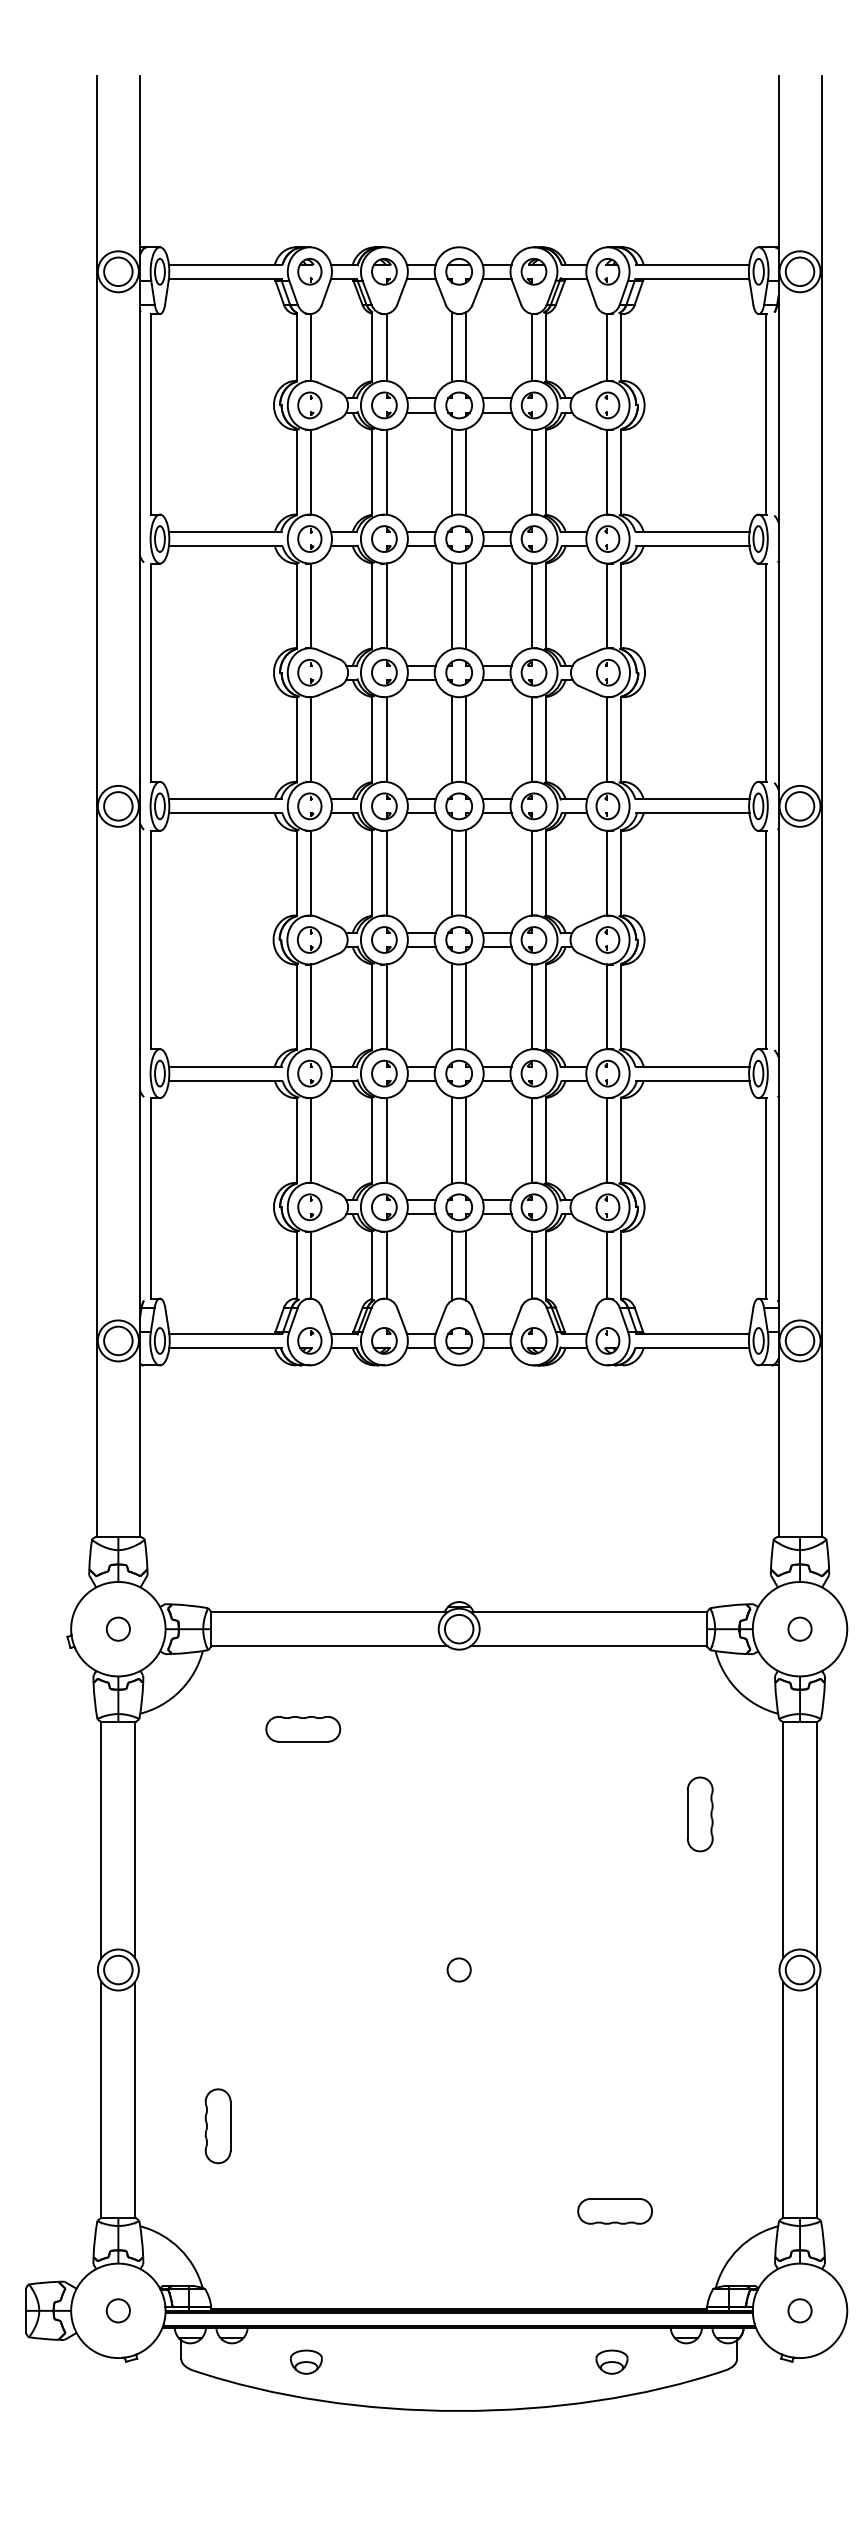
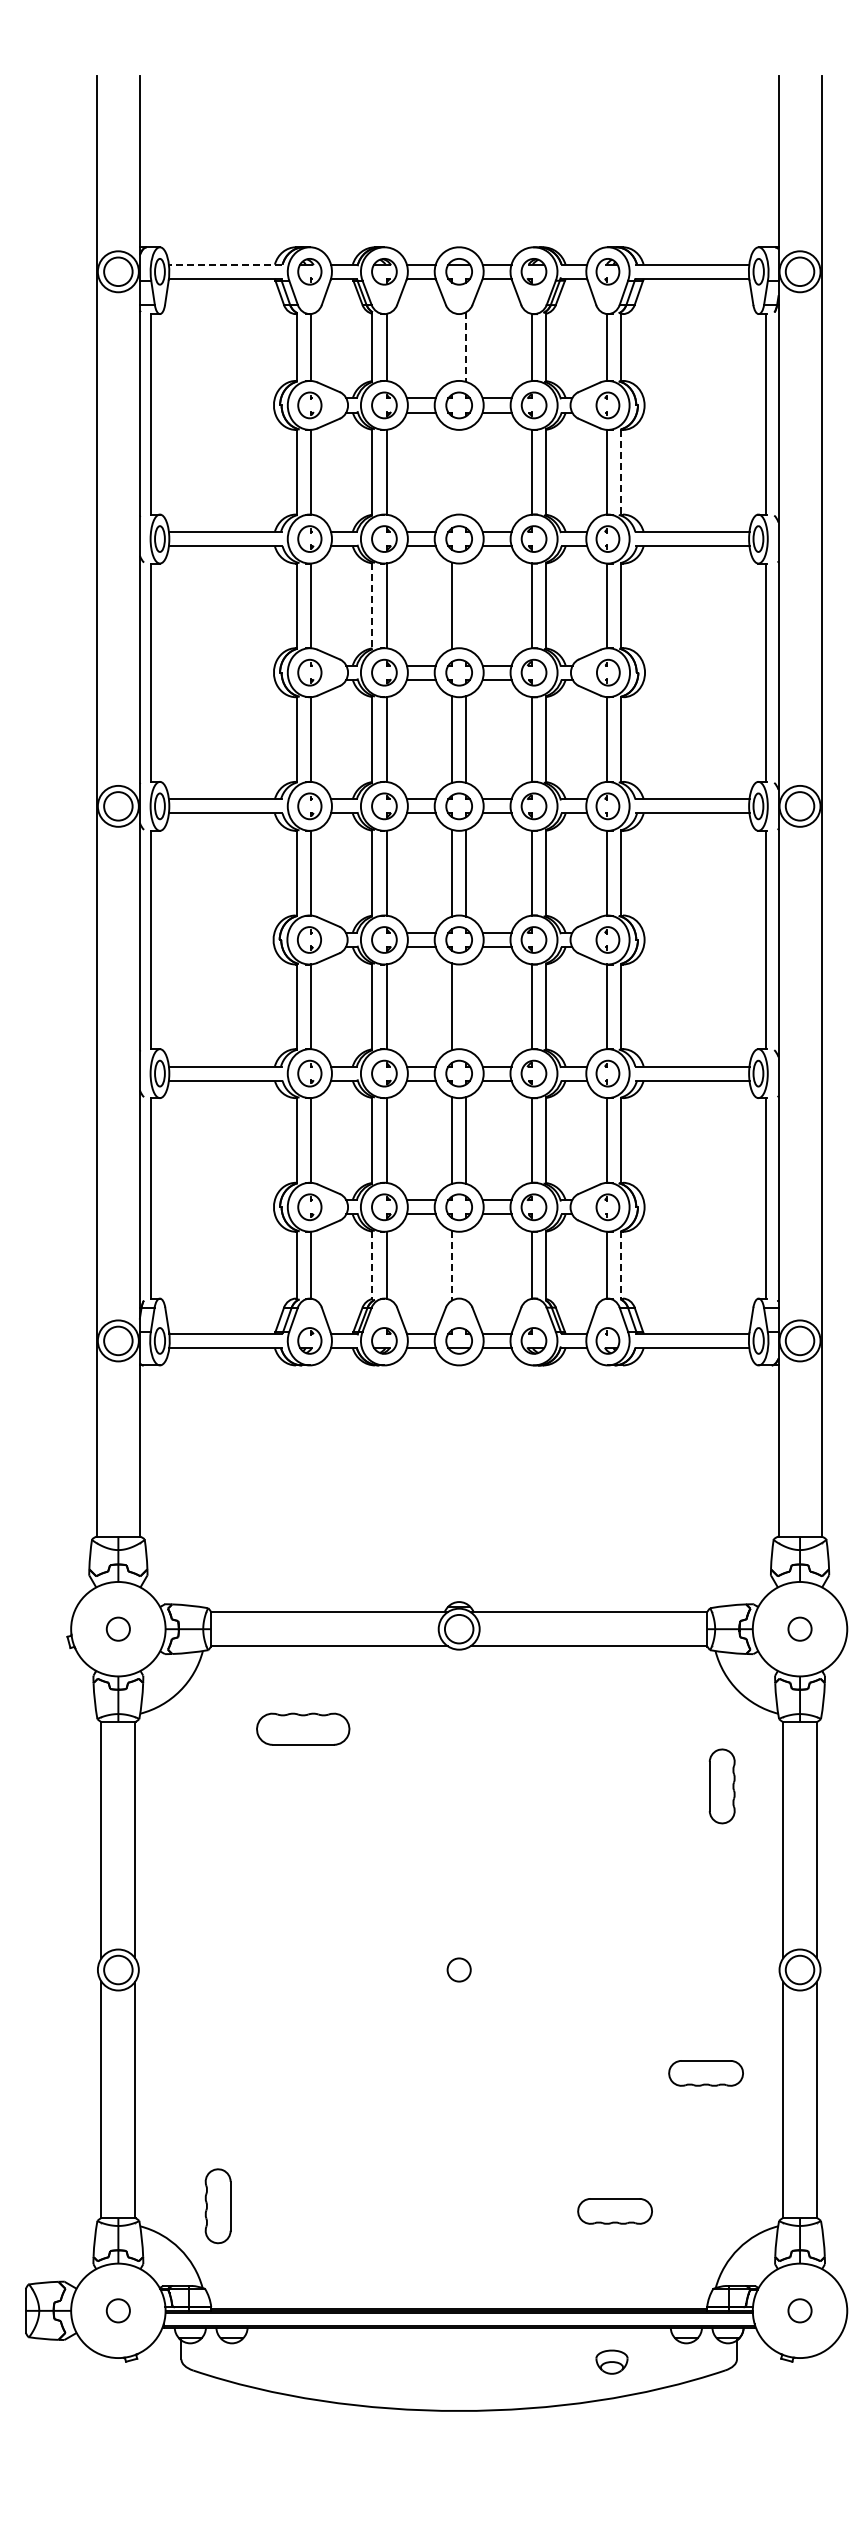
line at (225, 264): solid -> dashed
line at (452, 347): present -> none
line at (466, 347): solid -> dashed
line at (452, 471): present -> none
line at (466, 471): present -> none
line at (621, 472): solid -> dashed
line at (466, 605): present -> none
line at (372, 606): solid -> dashed
line at (466, 1006): present -> none
line at (372, 1265): solid -> dashed
line at (452, 1265): solid -> dashed
line at (466, 1265): present -> none
line at (621, 1265): solid -> dashed
part at (303, 1729) size: 77x27 px -> 95x34 px
part at (699, 1814) position: (699, 1814) -> (721, 1786)
part at (705, 2073): none -> present
part at (217, 2126) position: (217, 2126) -> (217, 2206)
part at (306, 2361): present -> none
